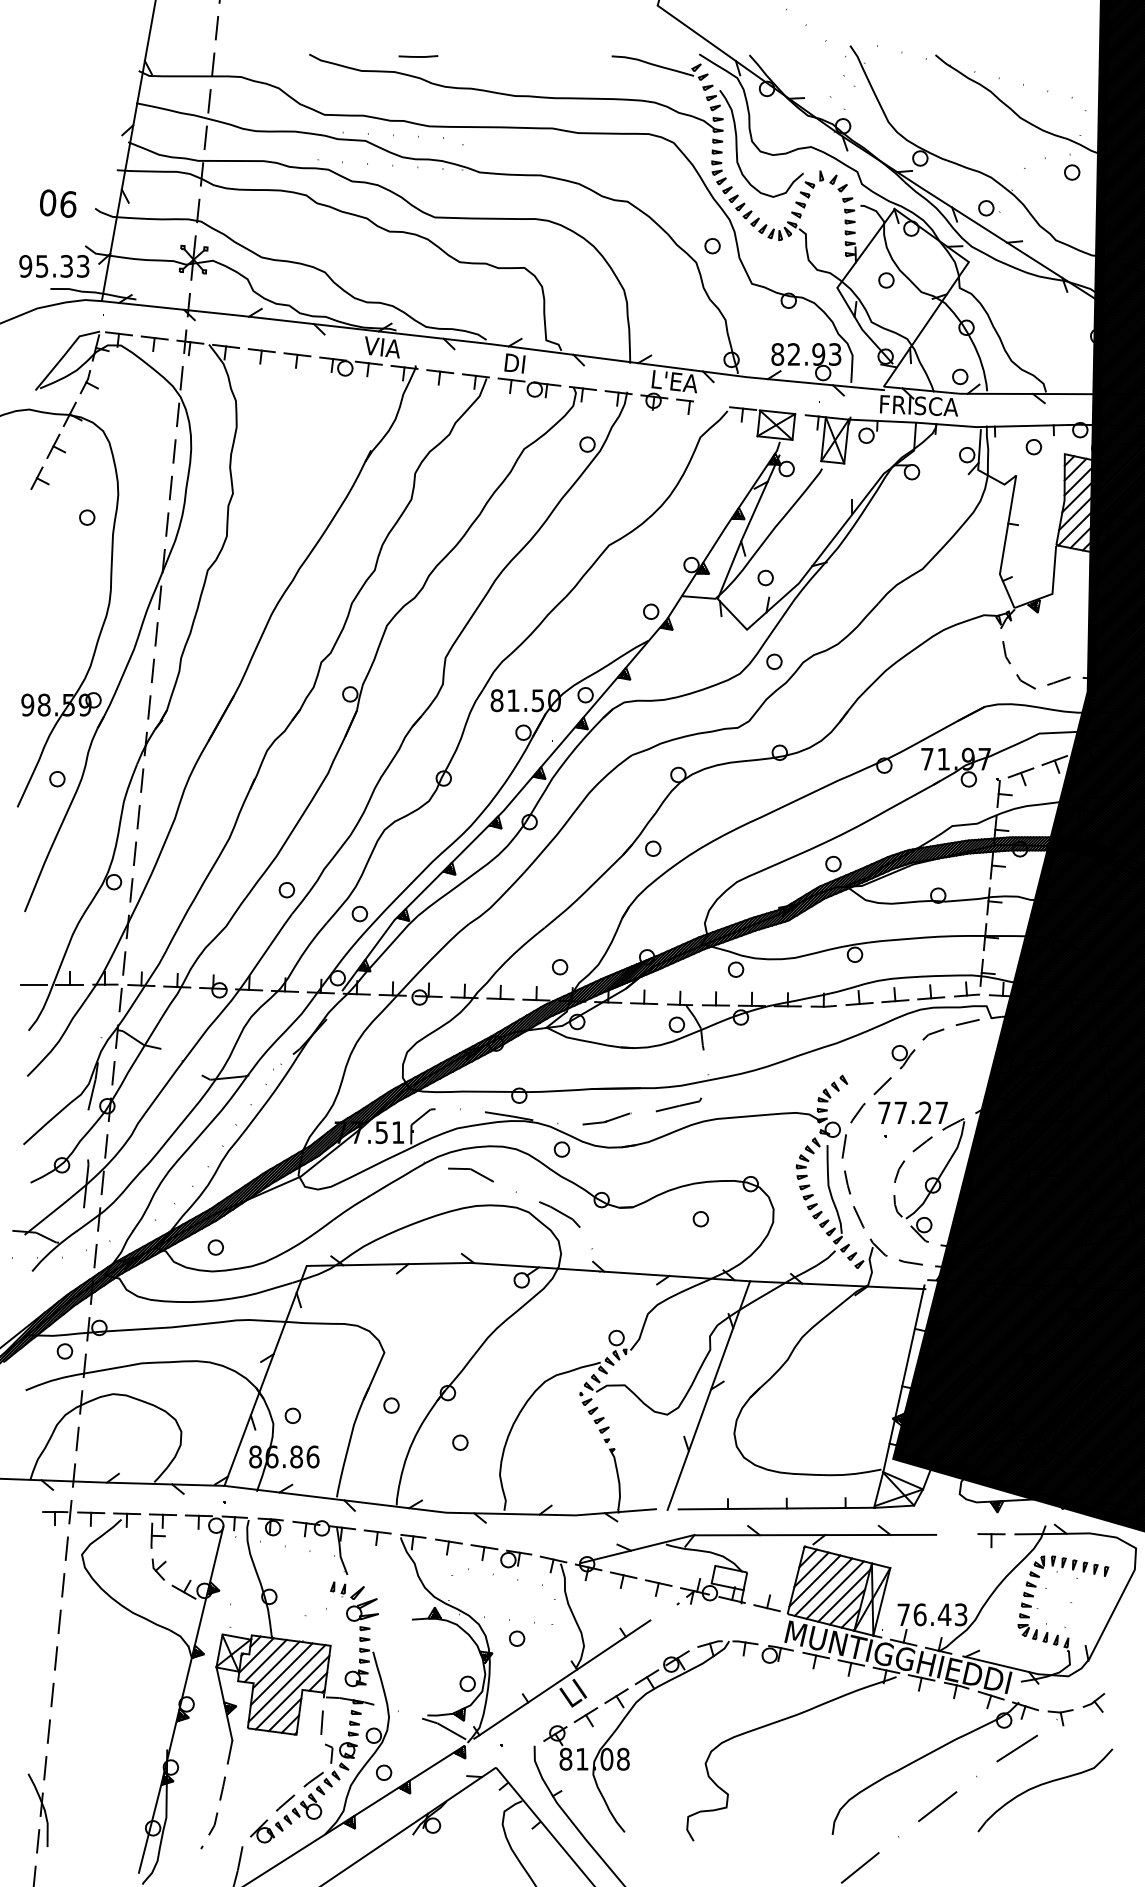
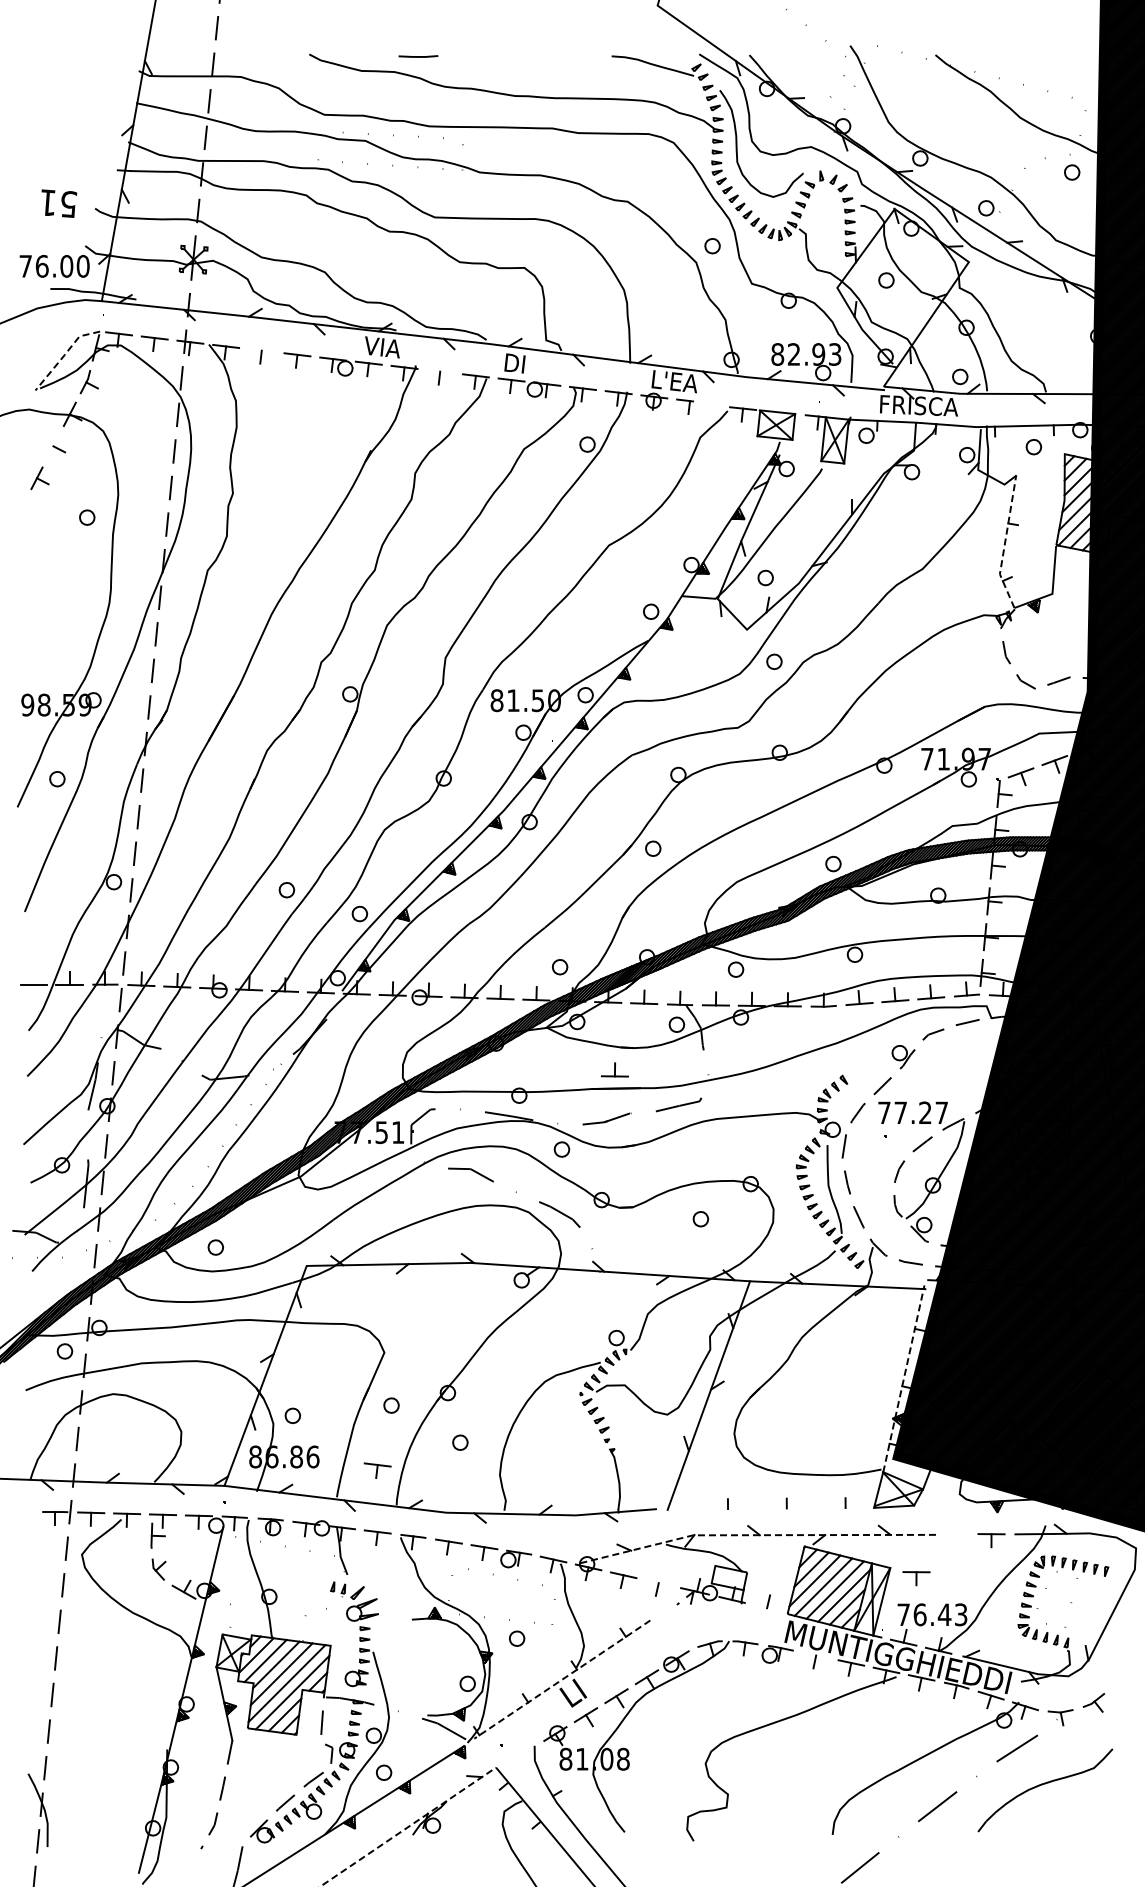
text at (58, 203): 90 -> 51
text at (54, 266): 95.33 -> 76.00
line at (261, 350): present -> none
line at (64, 355): solid -> dashed
line at (440, 371): present -> none
line at (53, 445): present -> none
line at (1005, 542): solid -> dashed
part at (614, 1069): none -> present
line at (903, 1378): solid -> dashed
part at (377, 1470): none -> present
line at (776, 1508): present -> none
line at (756, 1535): solid -> dashed
part at (916, 1578): none -> present
line at (658, 1582): present -> none
line at (766, 1608): present -> none
line at (815, 1655): present -> none
line at (561, 1679): solid -> dashed
line at (408, 1826): solid -> dashed
